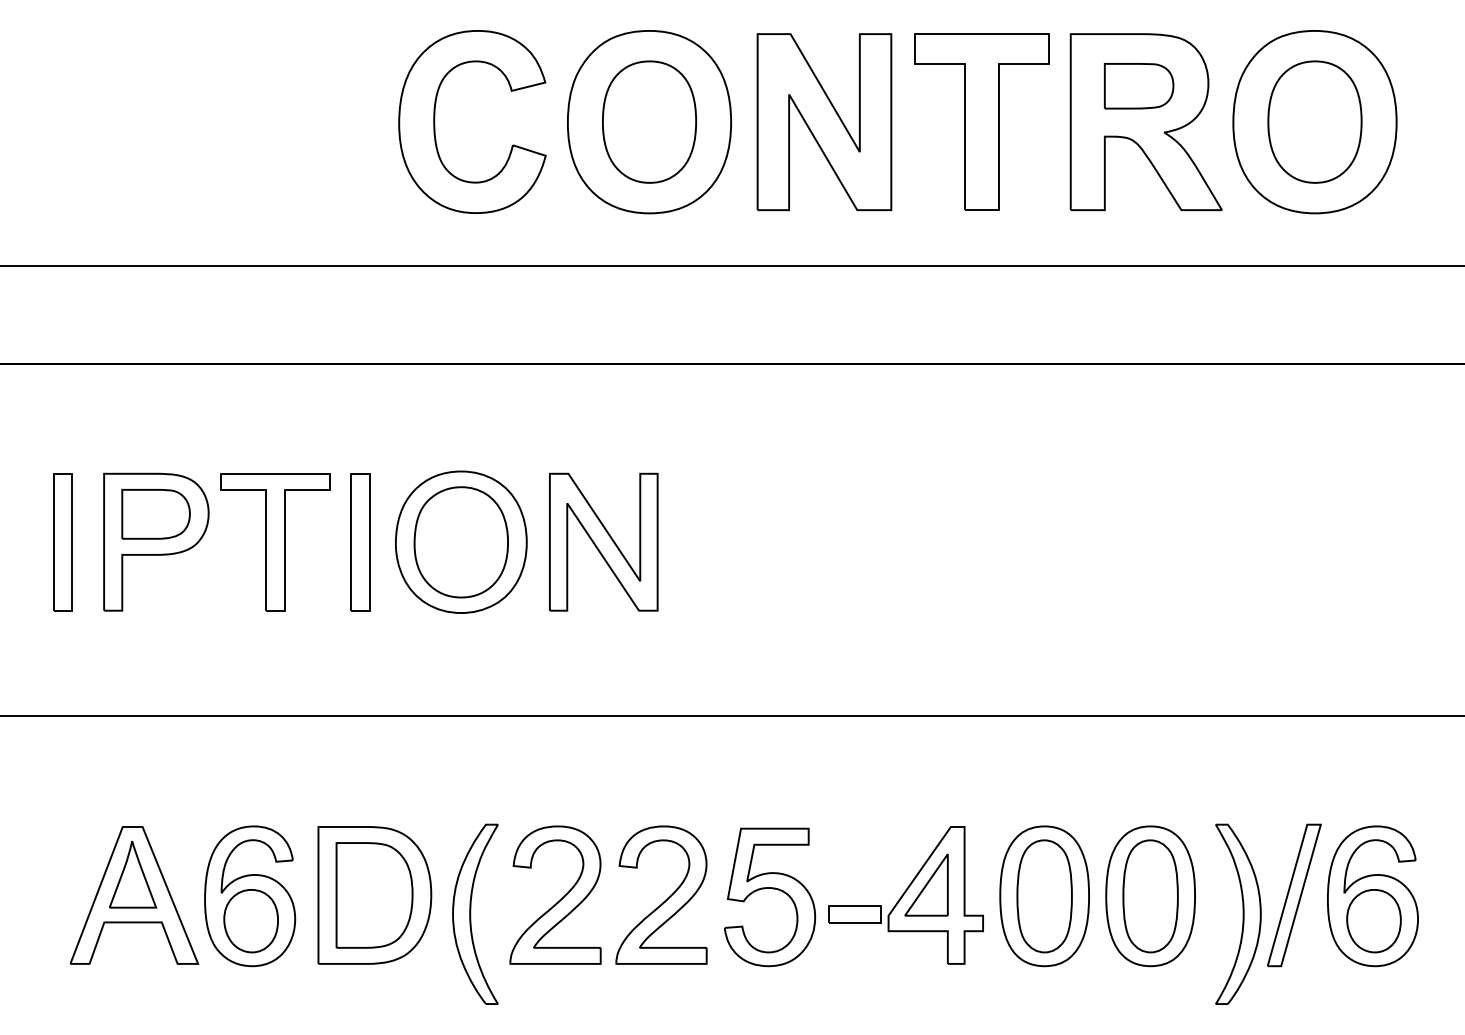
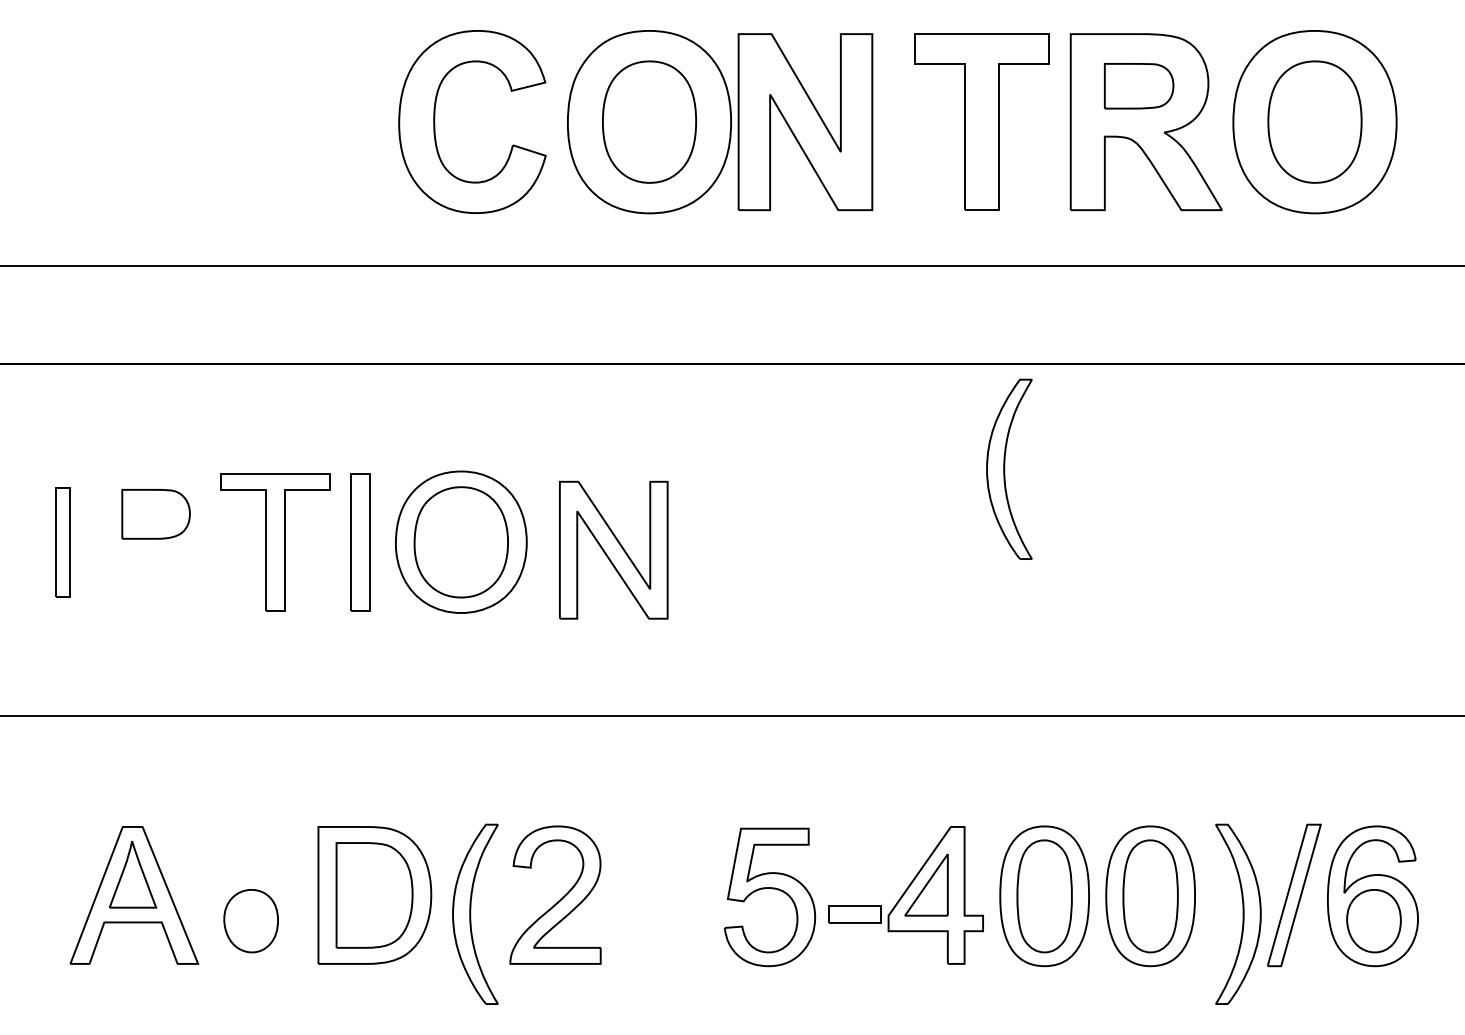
part at (824, 122) position: (824, 122) -> (805, 122)
part at (1009, 468): none -> present
part at (156, 541): present -> none
part at (603, 541) position: (603, 541) -> (613, 549)
part at (62, 542) size: 20x139 px -> 16x111 px
part at (250, 896): present -> none
part at (666, 898): present -> none
